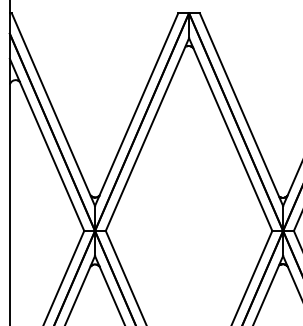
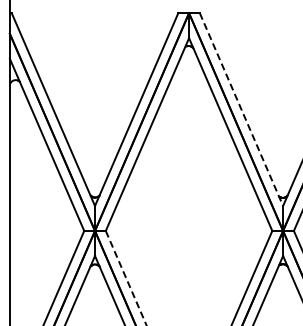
line at (241, 110): solid -> dashed
line at (126, 278): solid -> dashed
